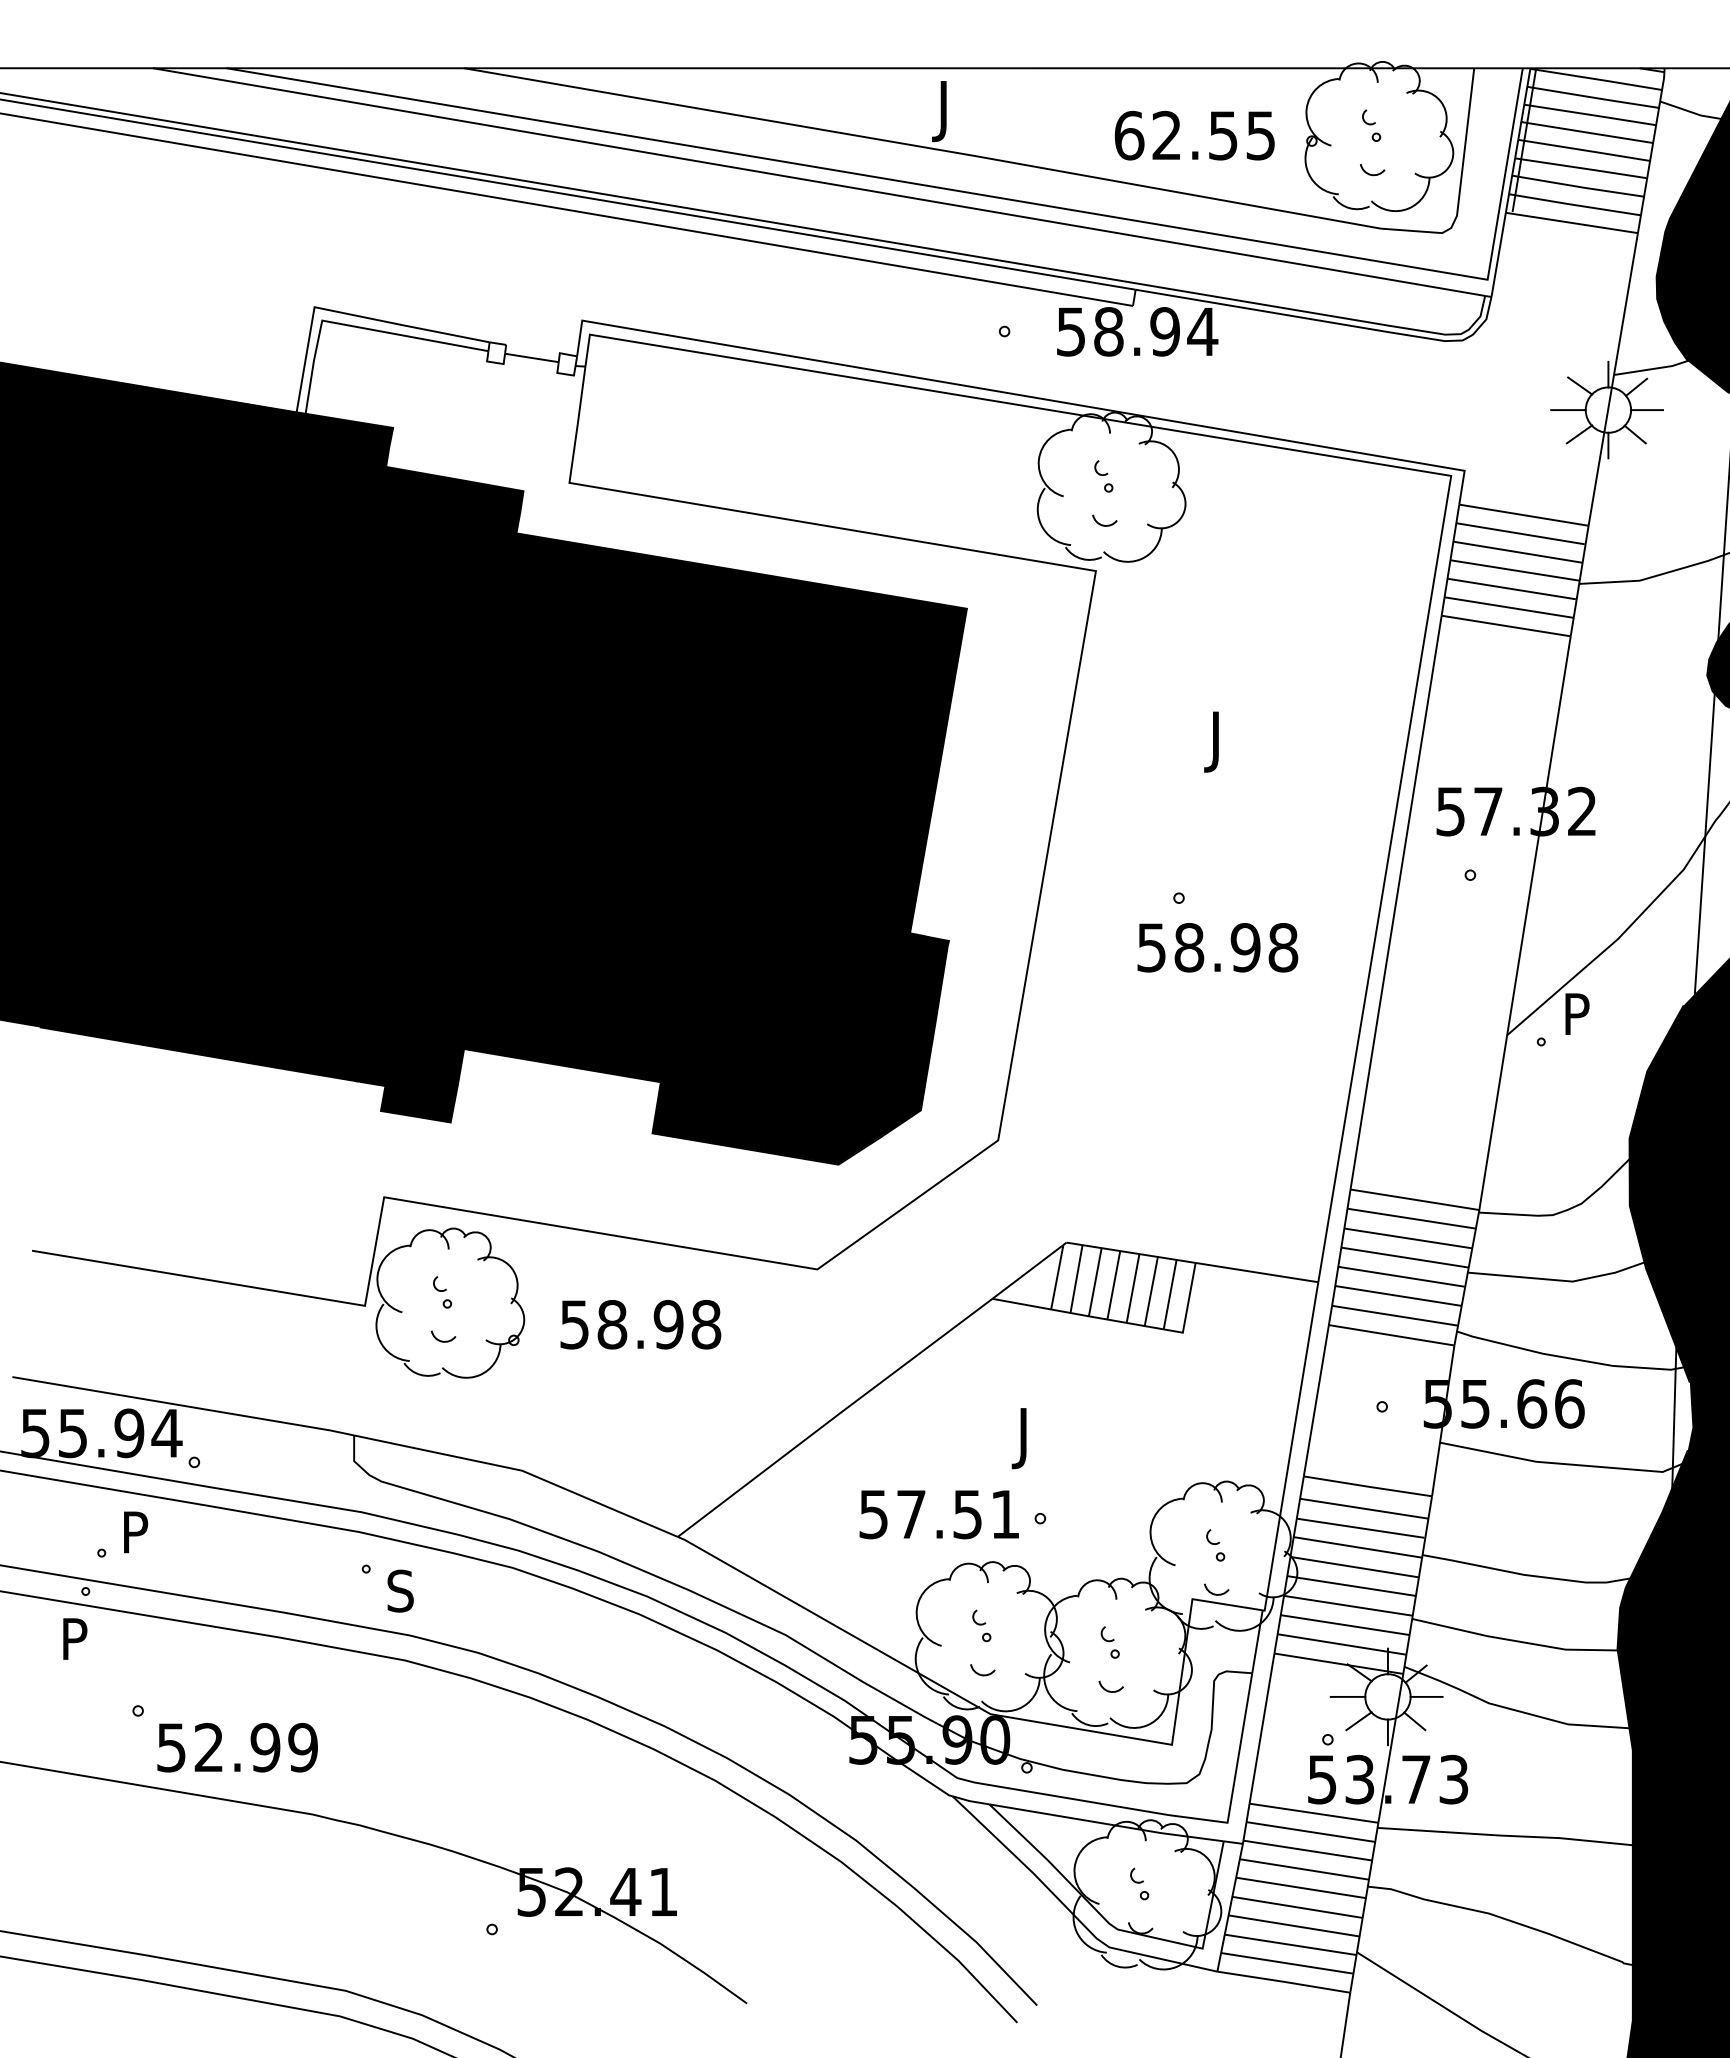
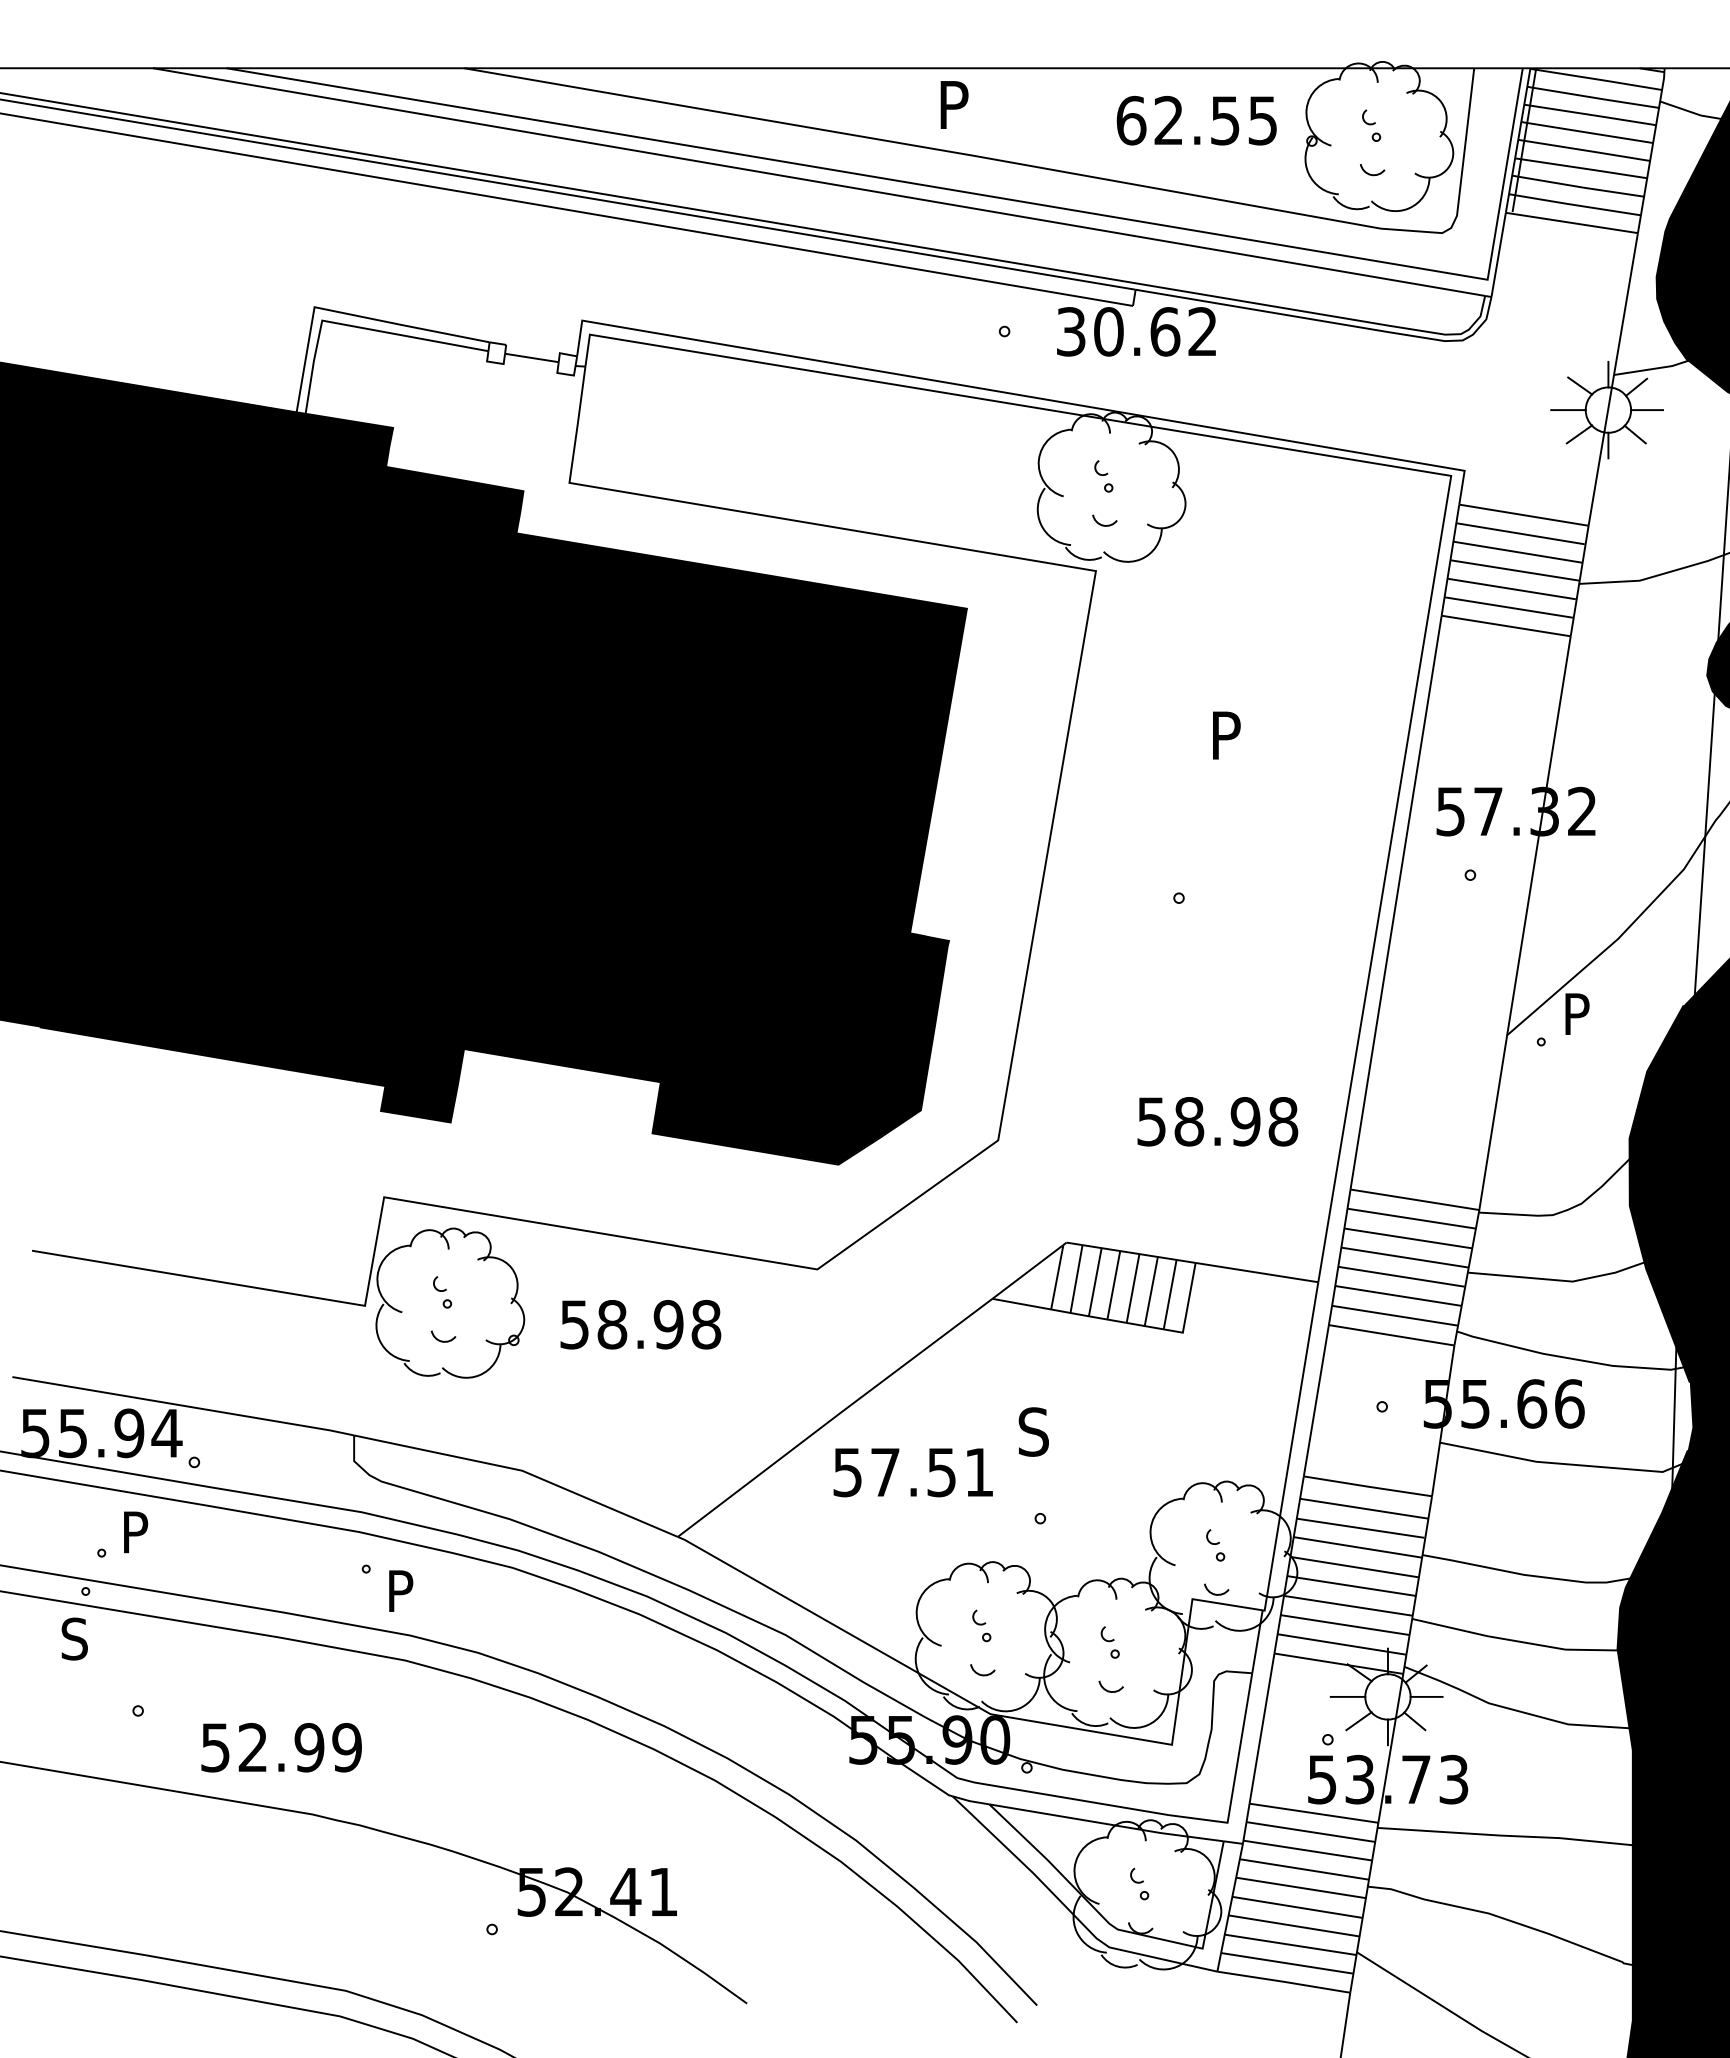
text at (950, 111): J -> P
text at (1194, 135) position: (1194, 135) -> (1196, 120)
text at (1137, 331): 58.94 -> 30.62
text at (1222, 741): J -> P
text at (1217, 947) position: (1217, 947) -> (1217, 1121)
text at (1029, 1438): J -> S
text at (938, 1514) position: (938, 1514) -> (912, 1472)
text at (400, 1590): S -> P
text at (74, 1638): P -> S
text at (237, 1747) position: (237, 1747) -> (281, 1747)
